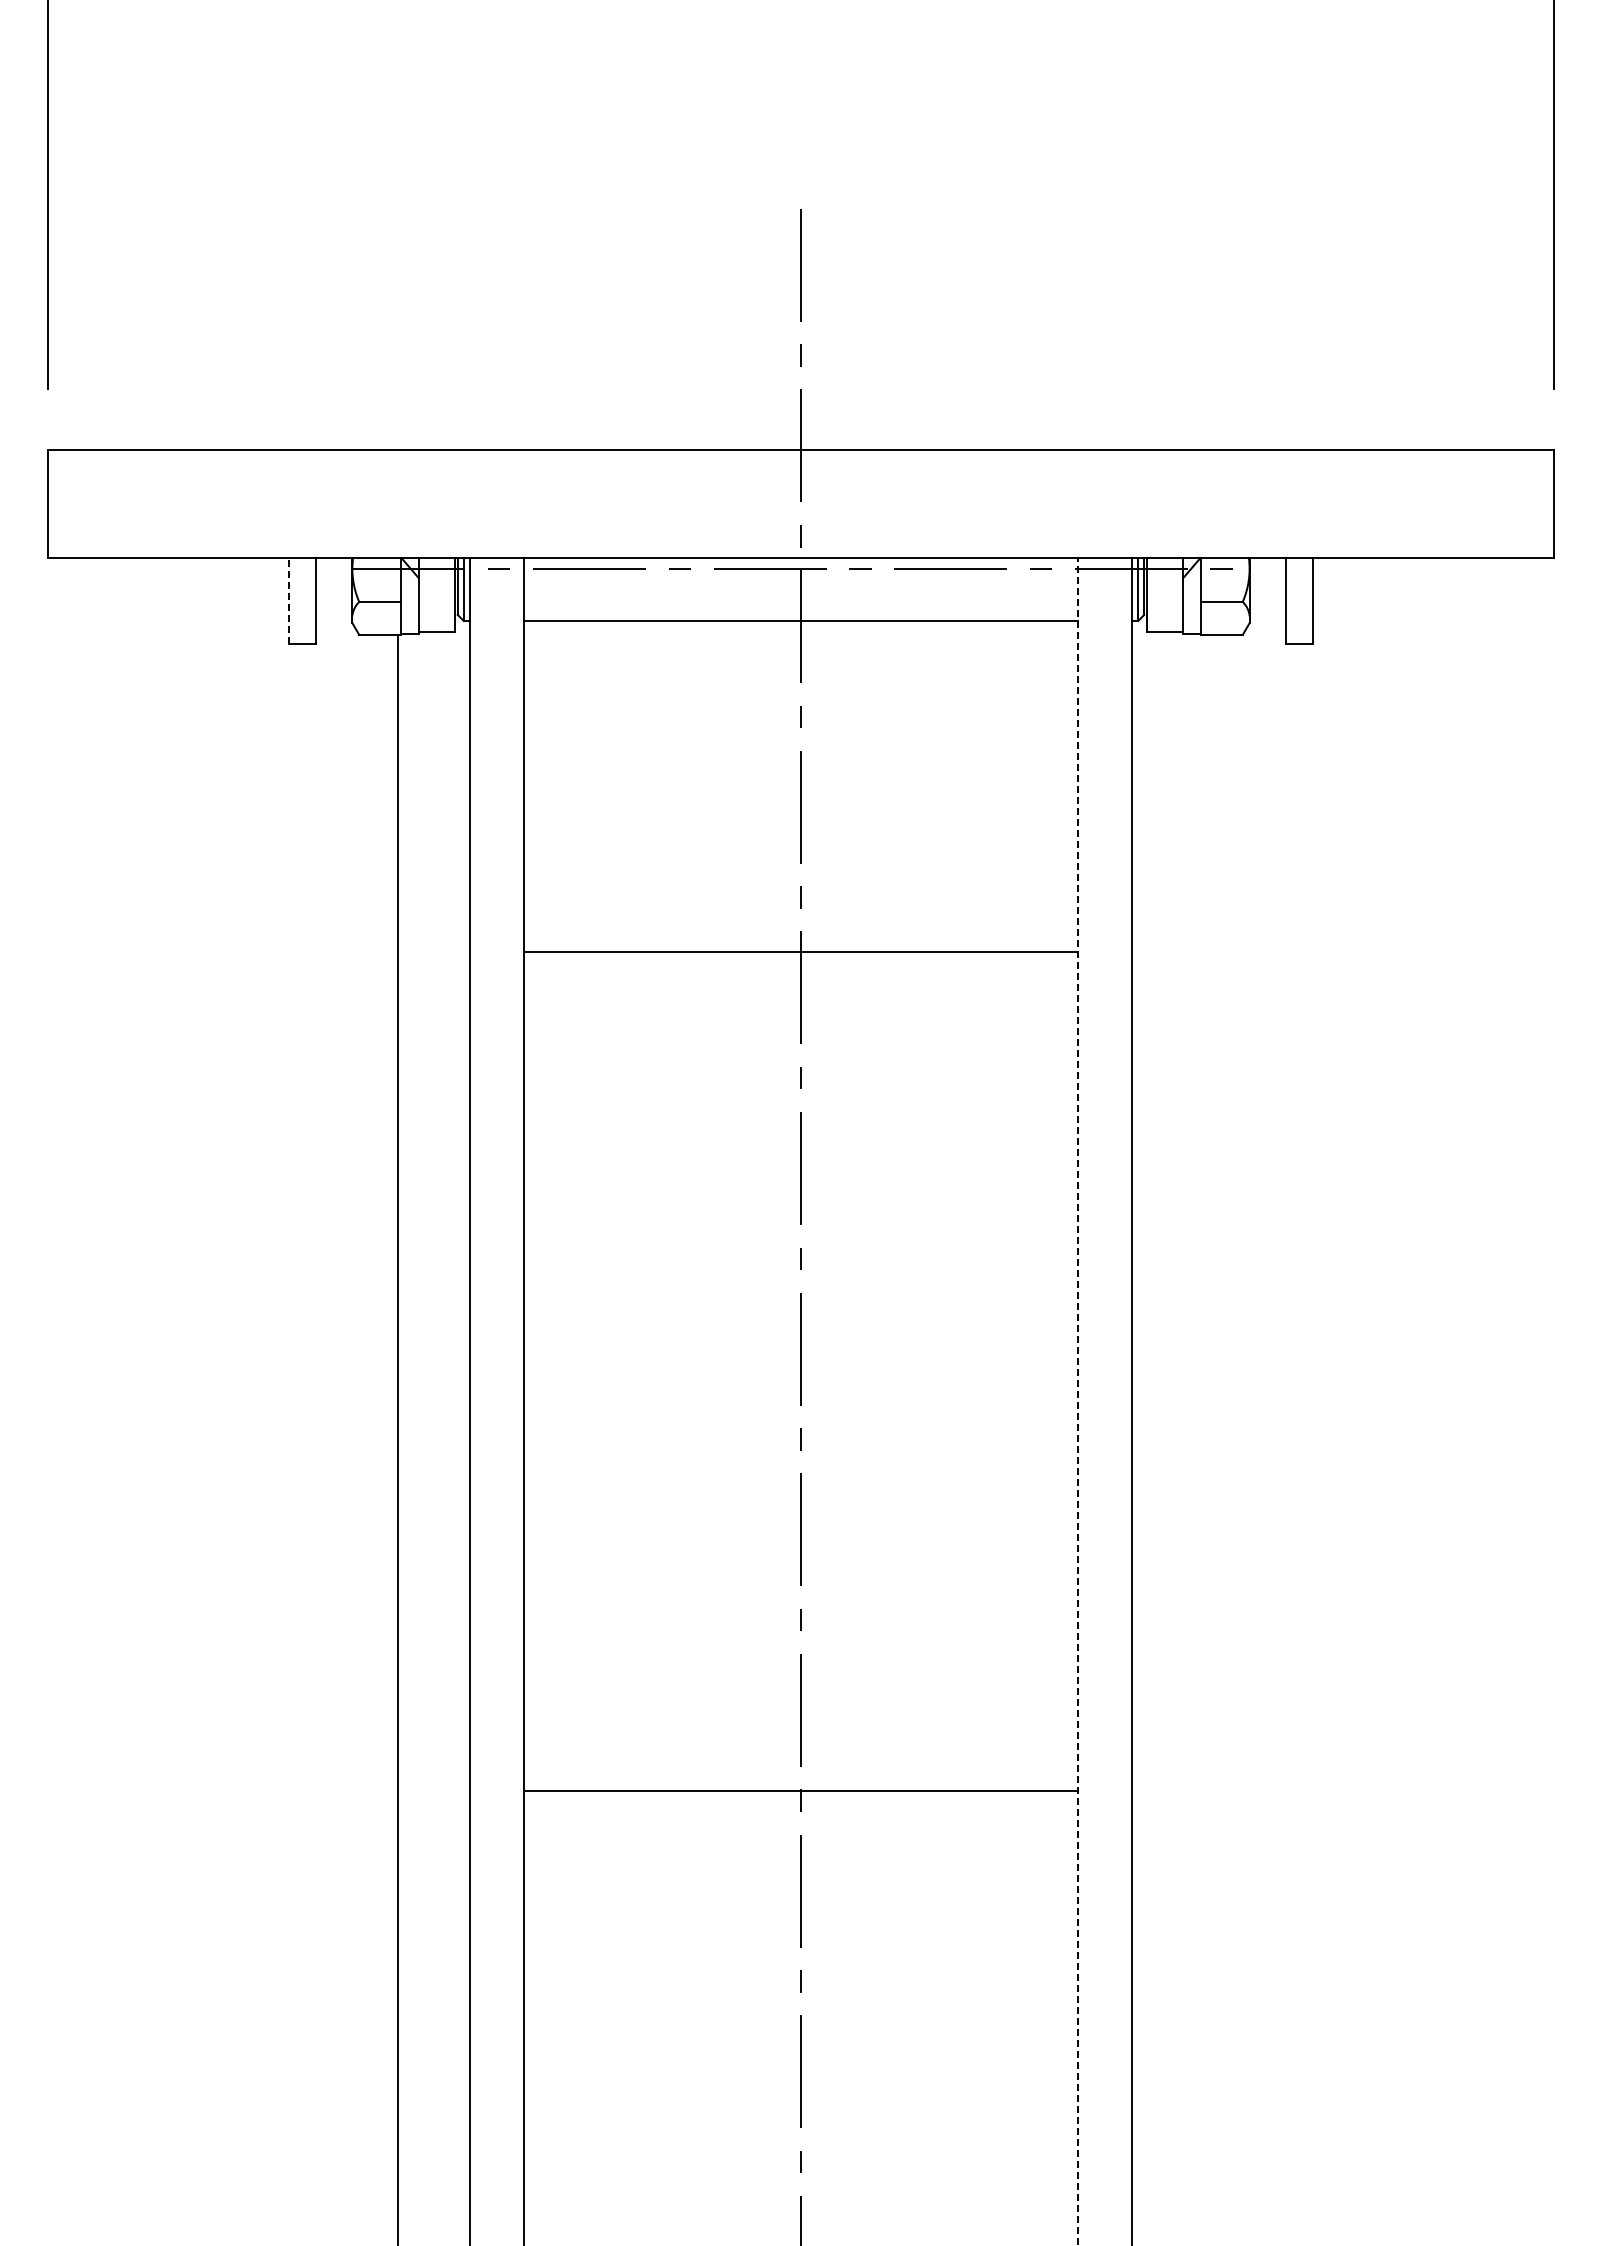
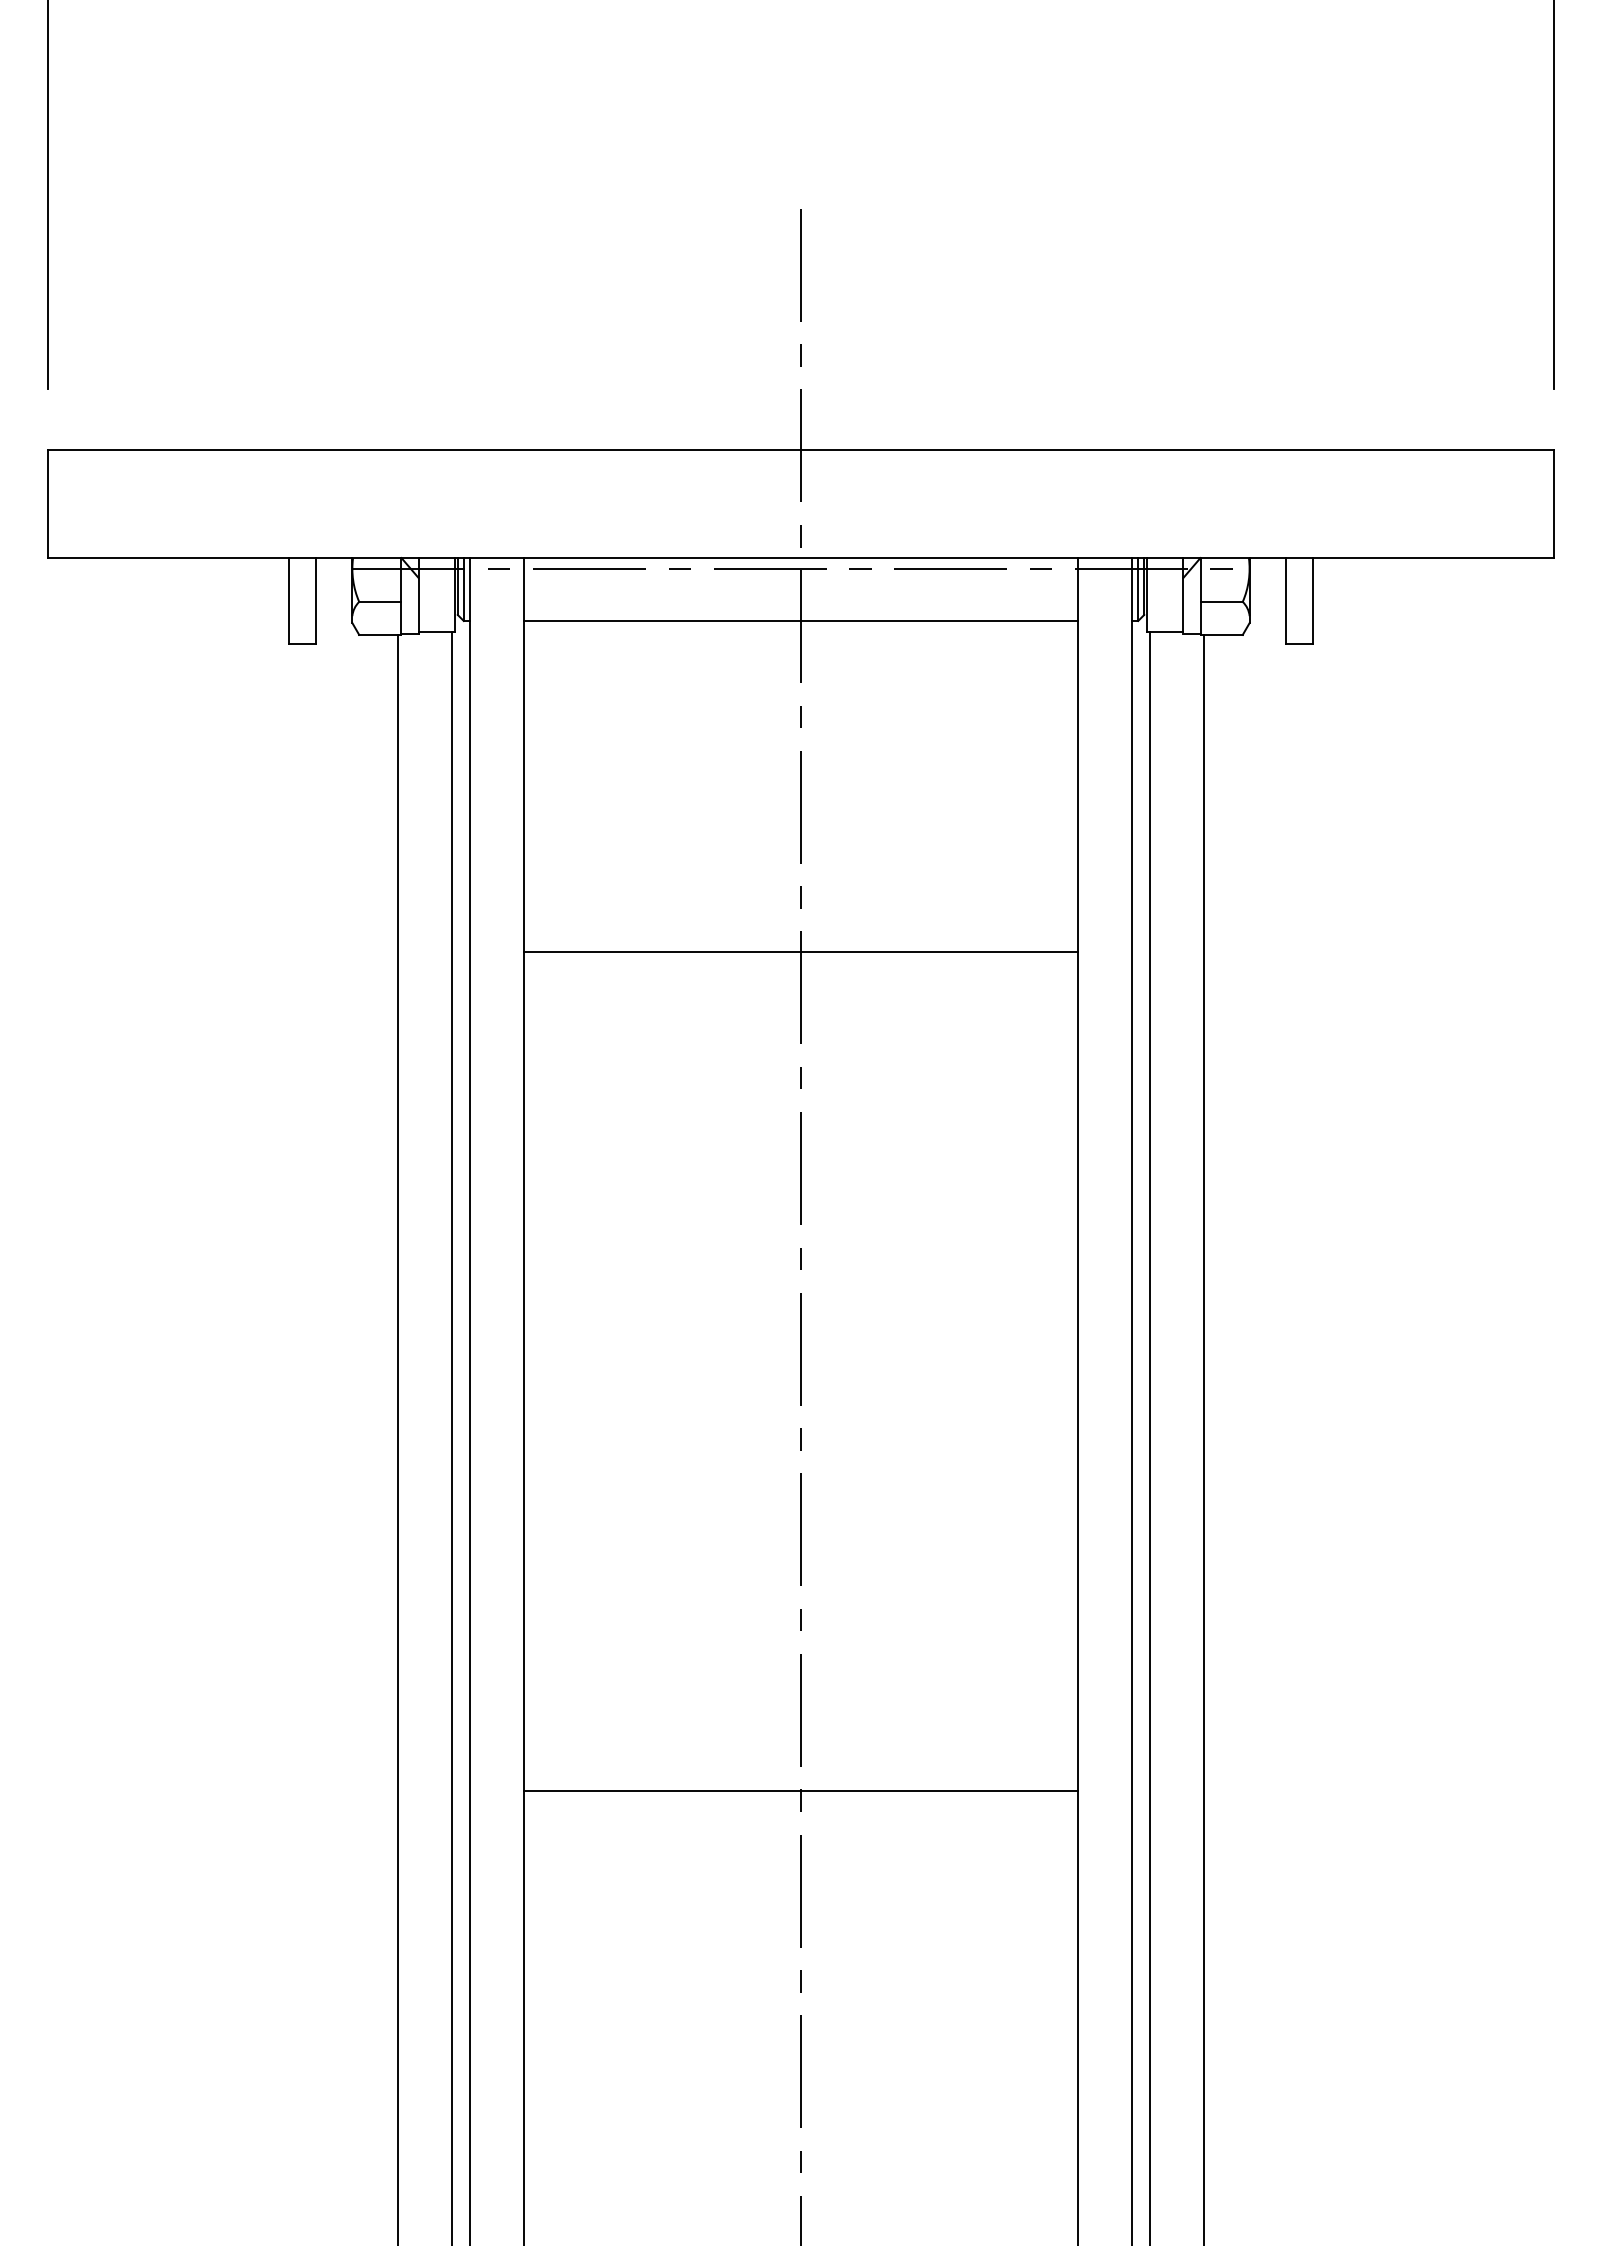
line at (289, 600): dashed -> solid
line at (1077, 1401): dashed -> solid
line at (451, 1437): none -> present
line at (1150, 1437): none -> present
line at (1204, 1438): none -> present
